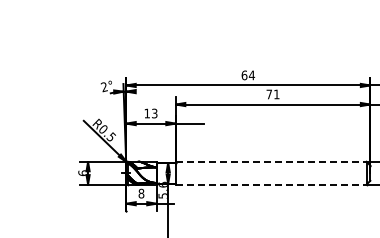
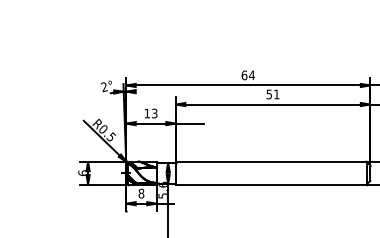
text at (268, 94): 71 -> 51
line at (271, 161): dashed -> solid
line at (271, 184): dashed -> solid
